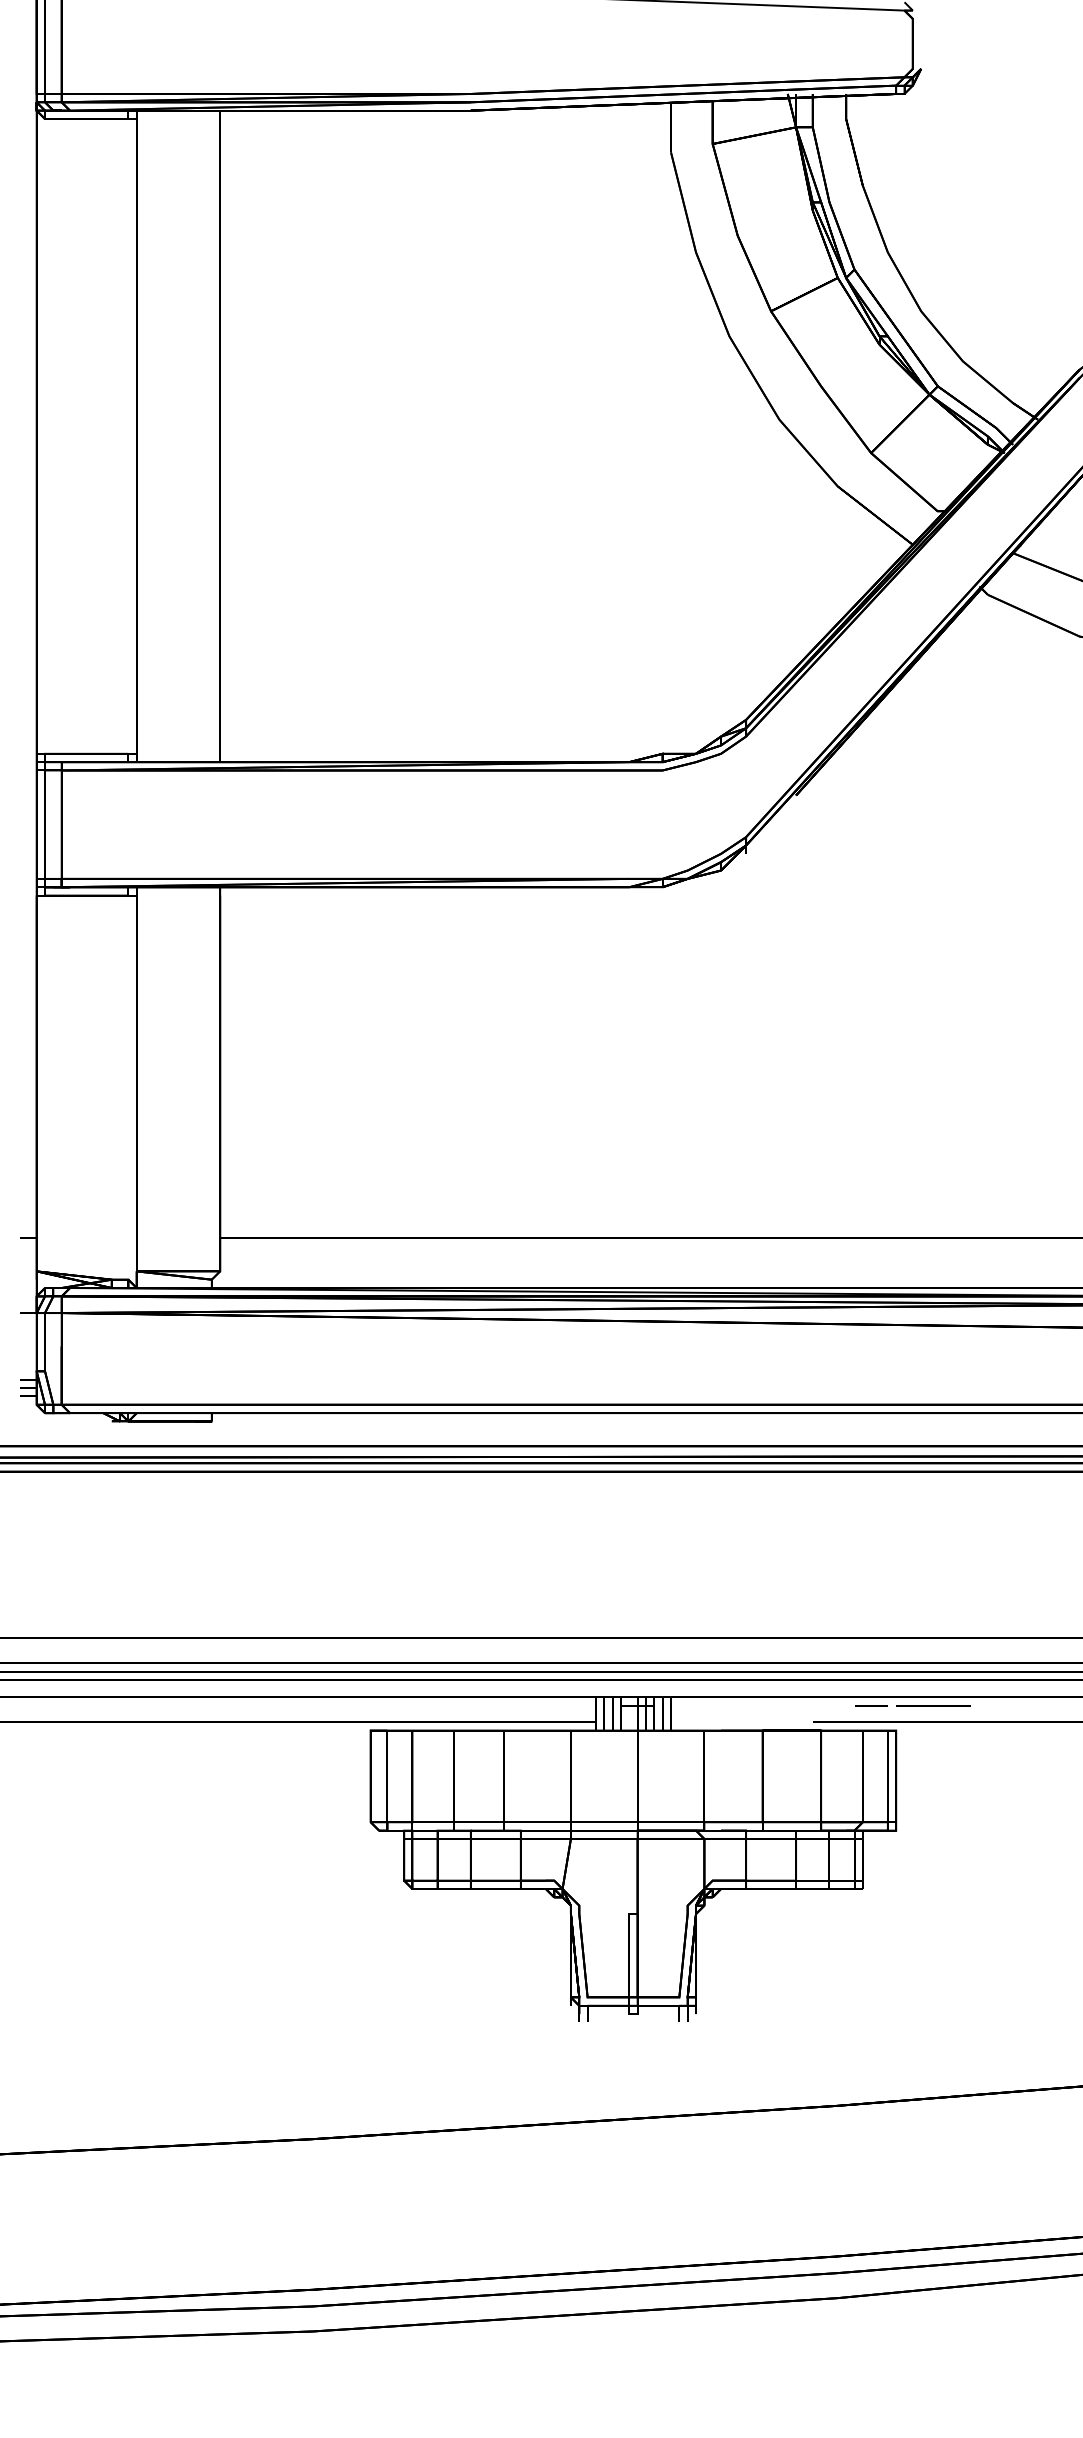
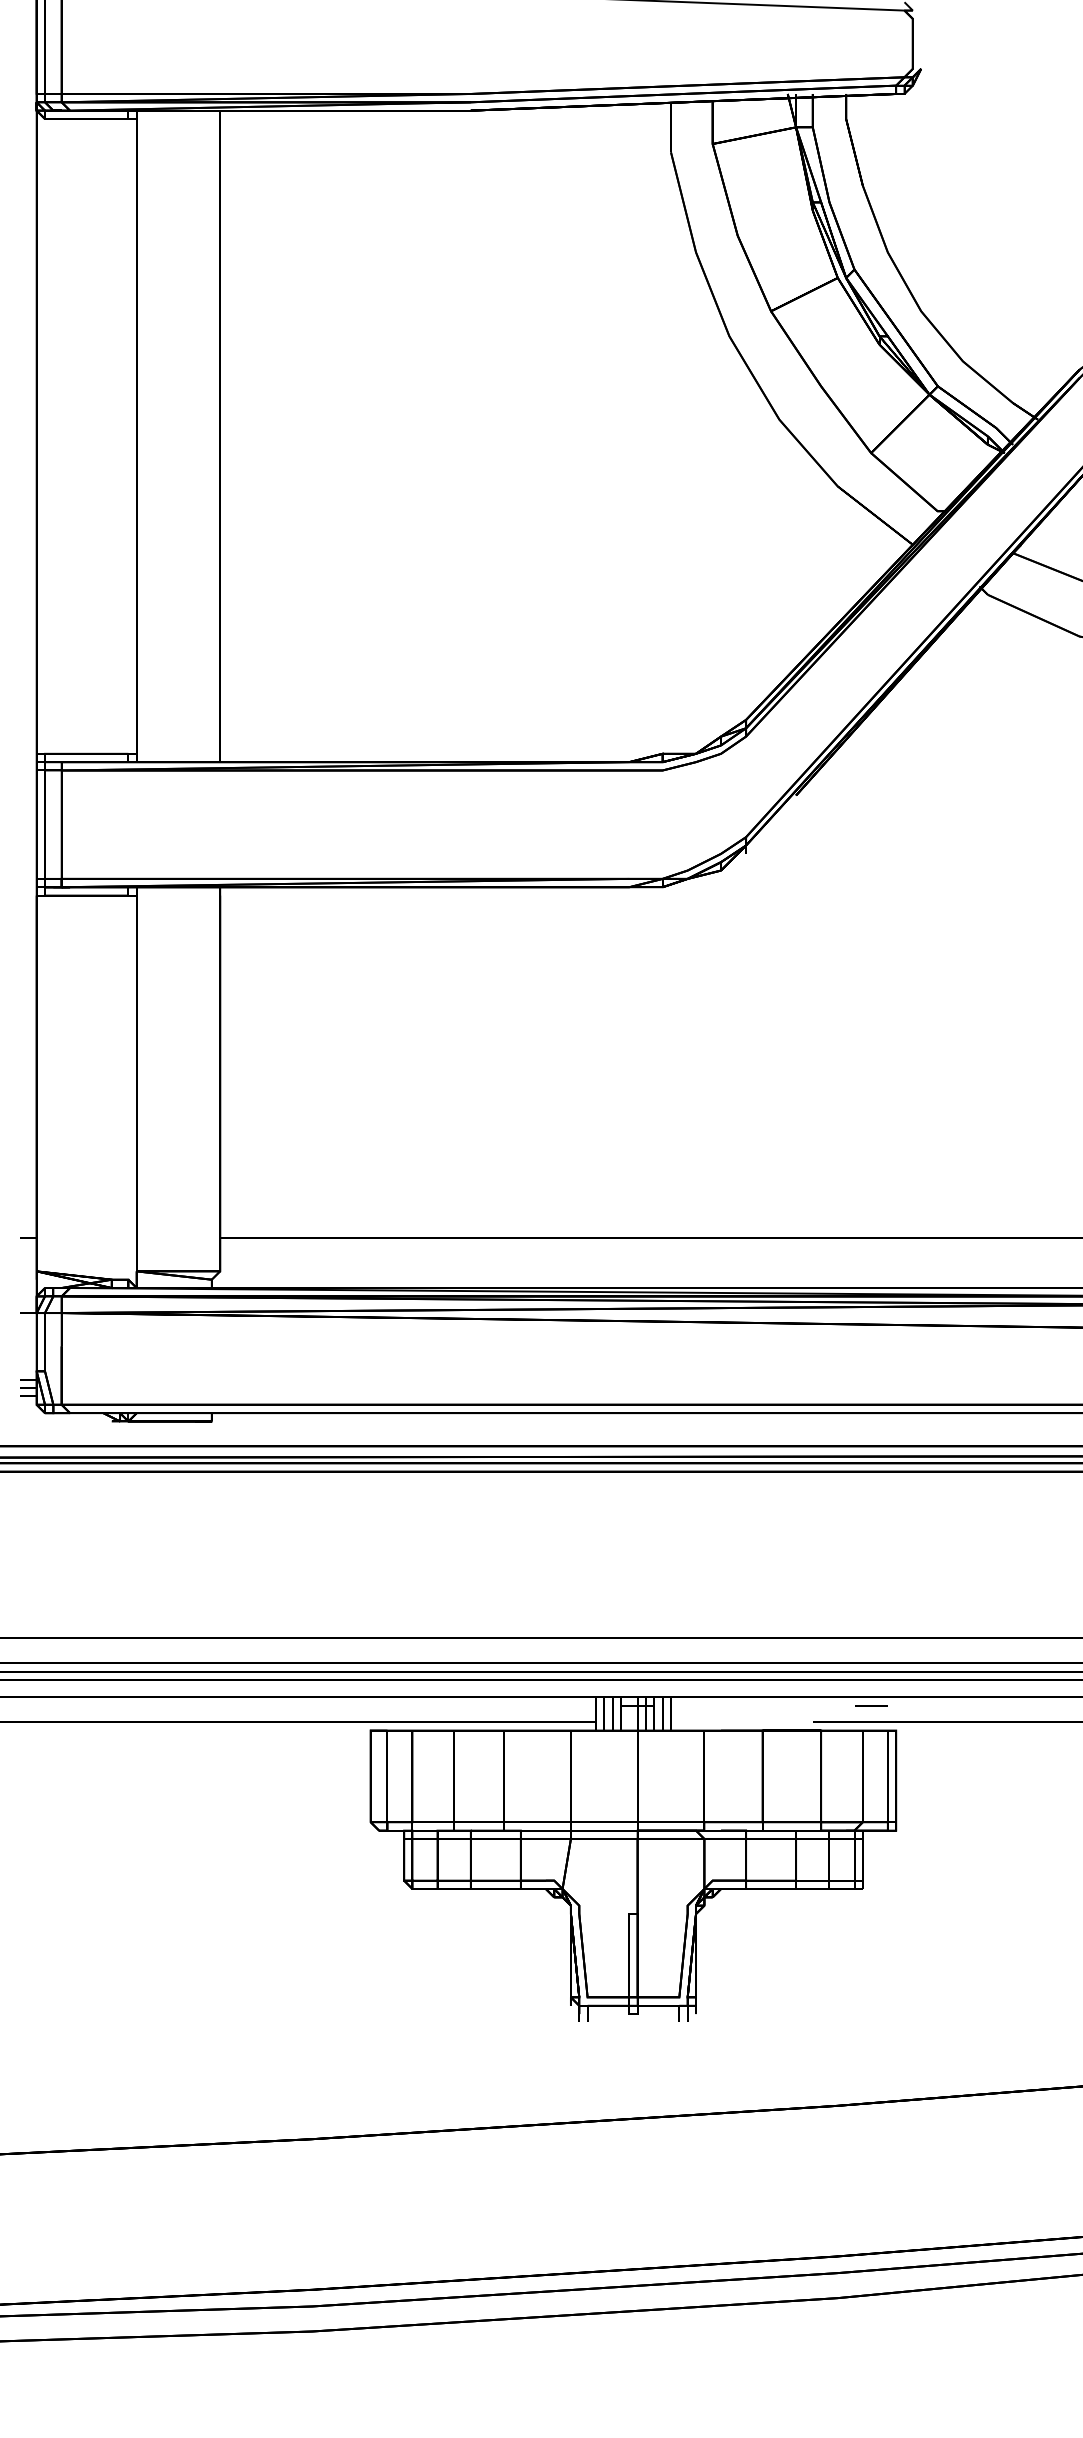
line at (933, 1705): present -> none
